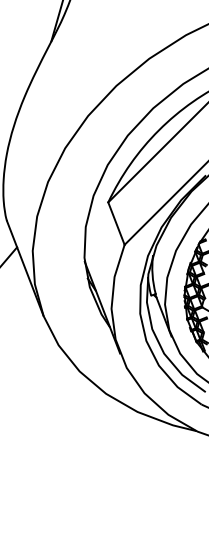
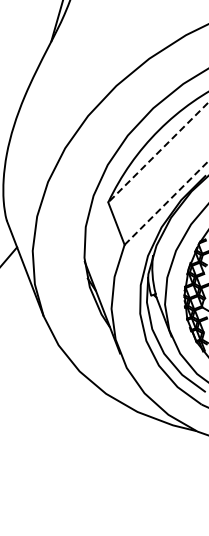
line at (158, 152): solid -> dashed
line at (167, 202): solid -> dashed
